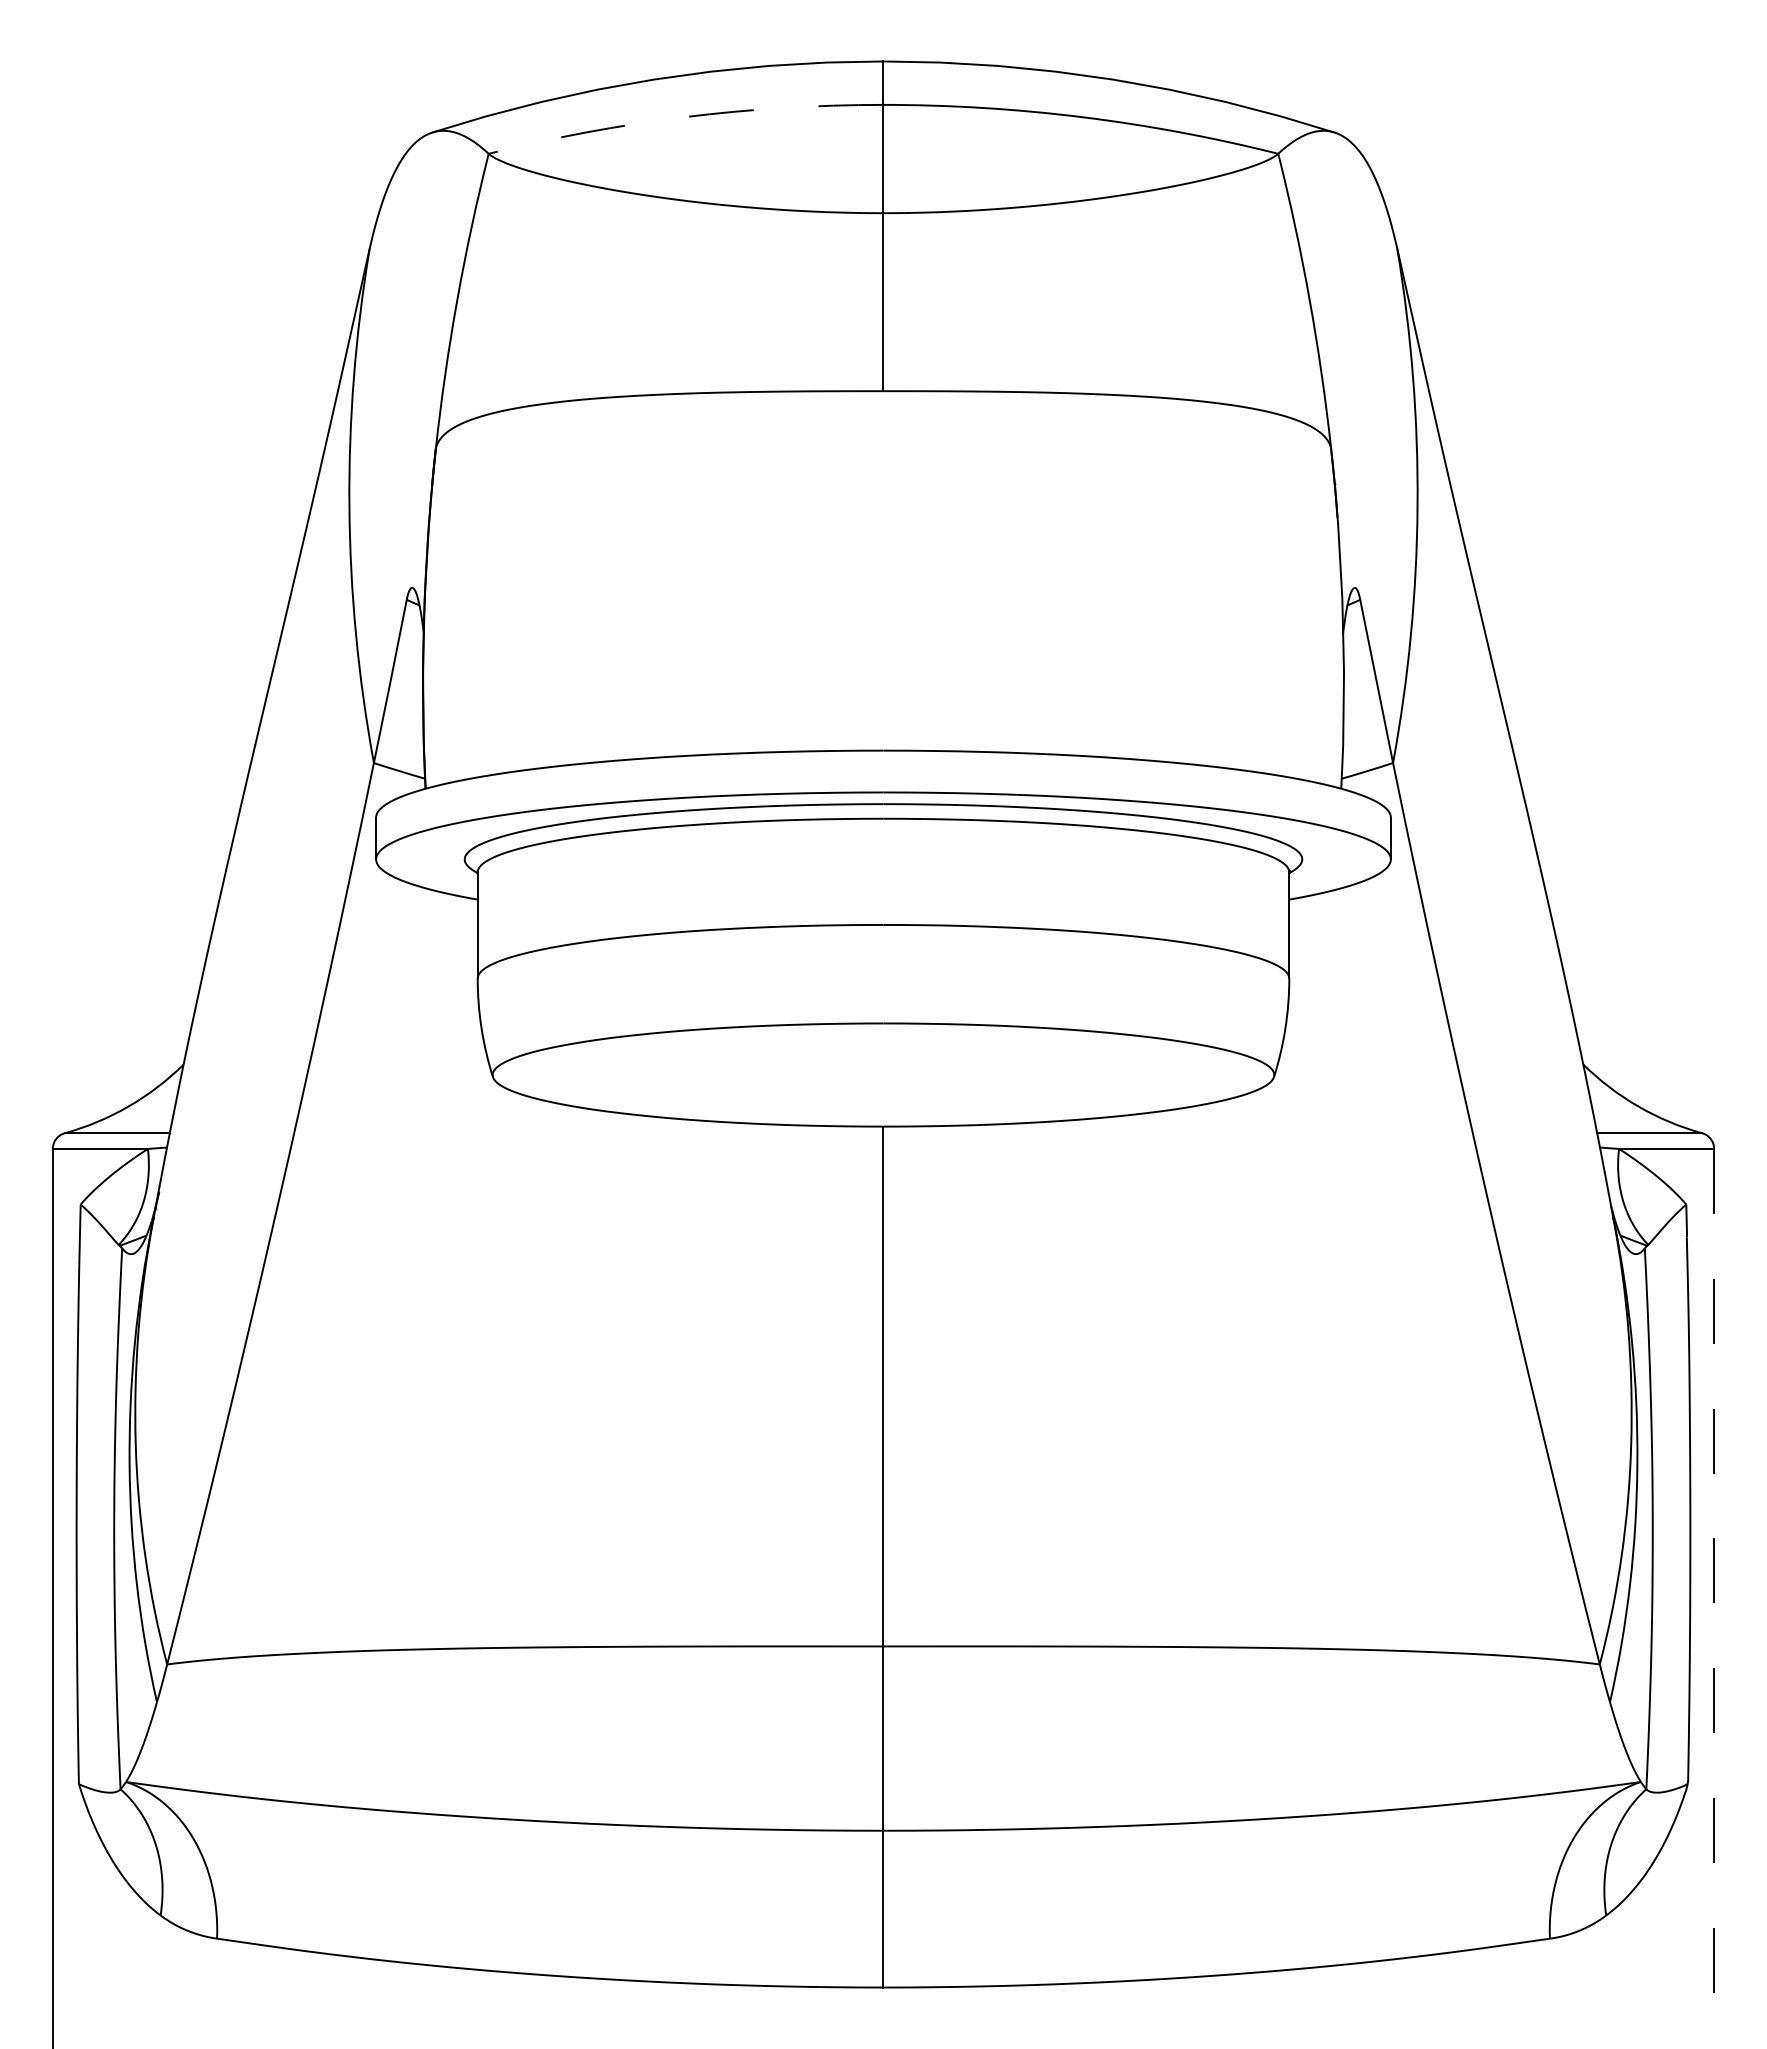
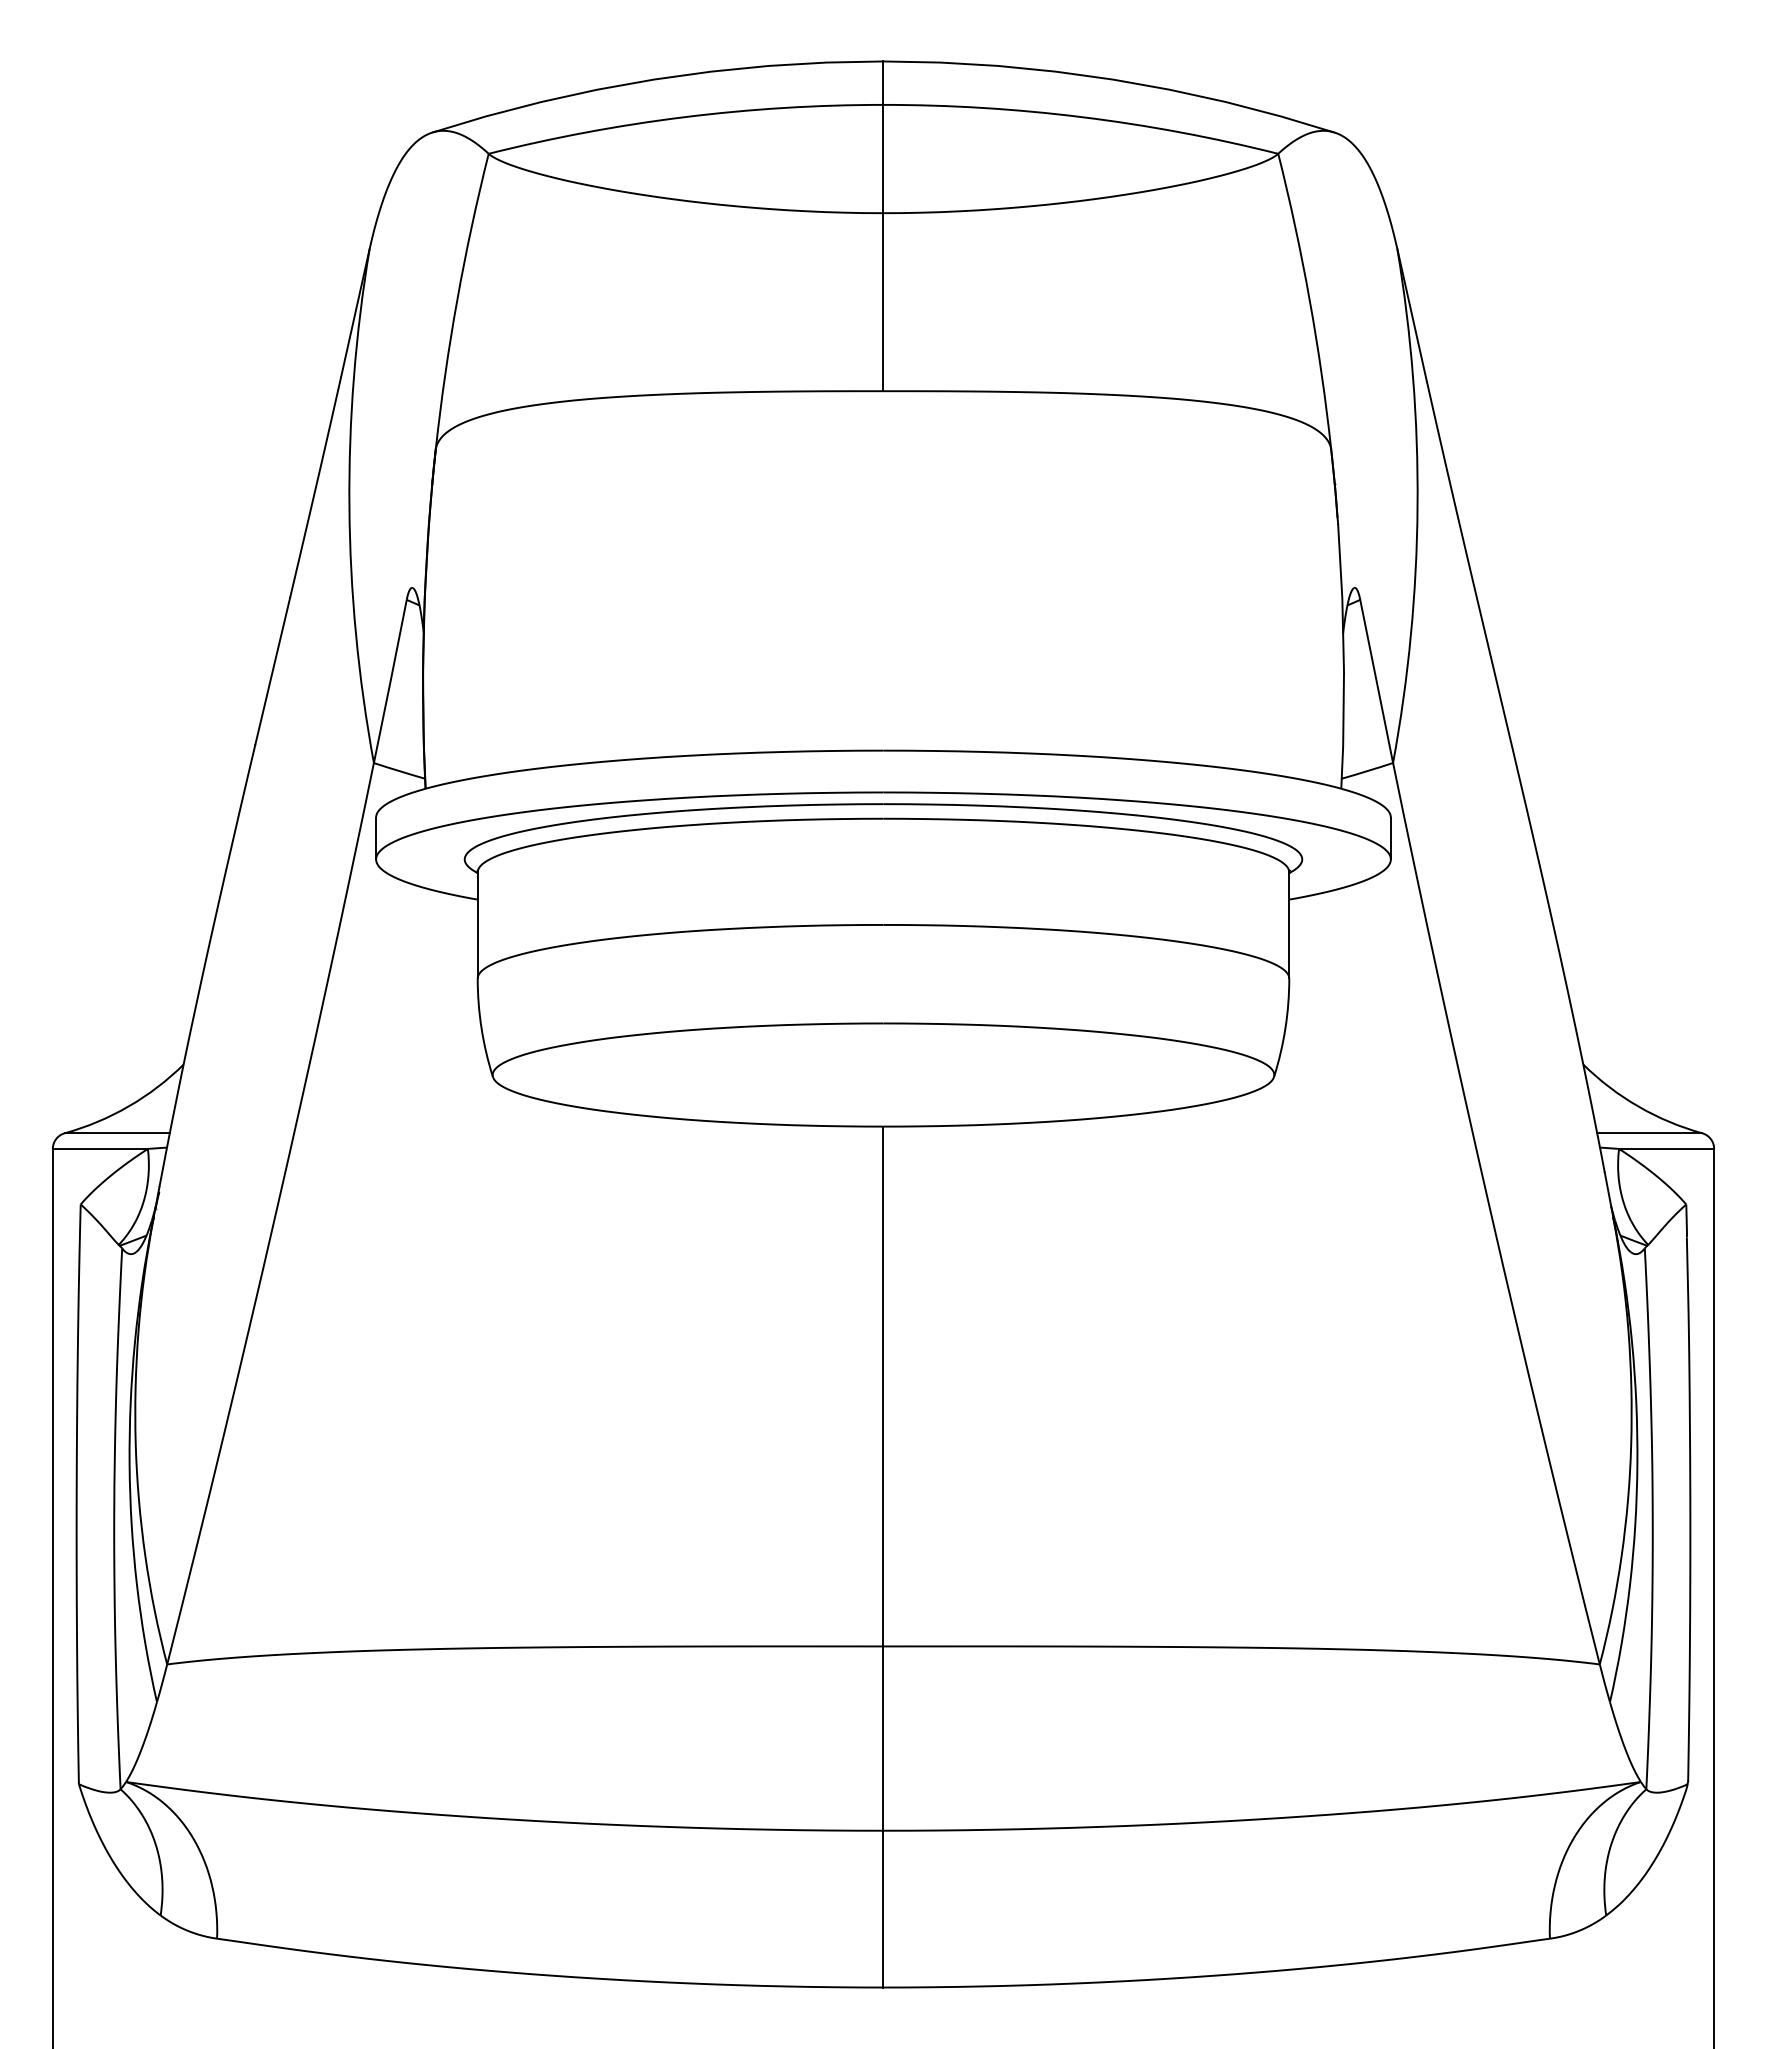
arc at (684, 117): dashed -> solid
line at (1714, 1598): dashed -> solid
